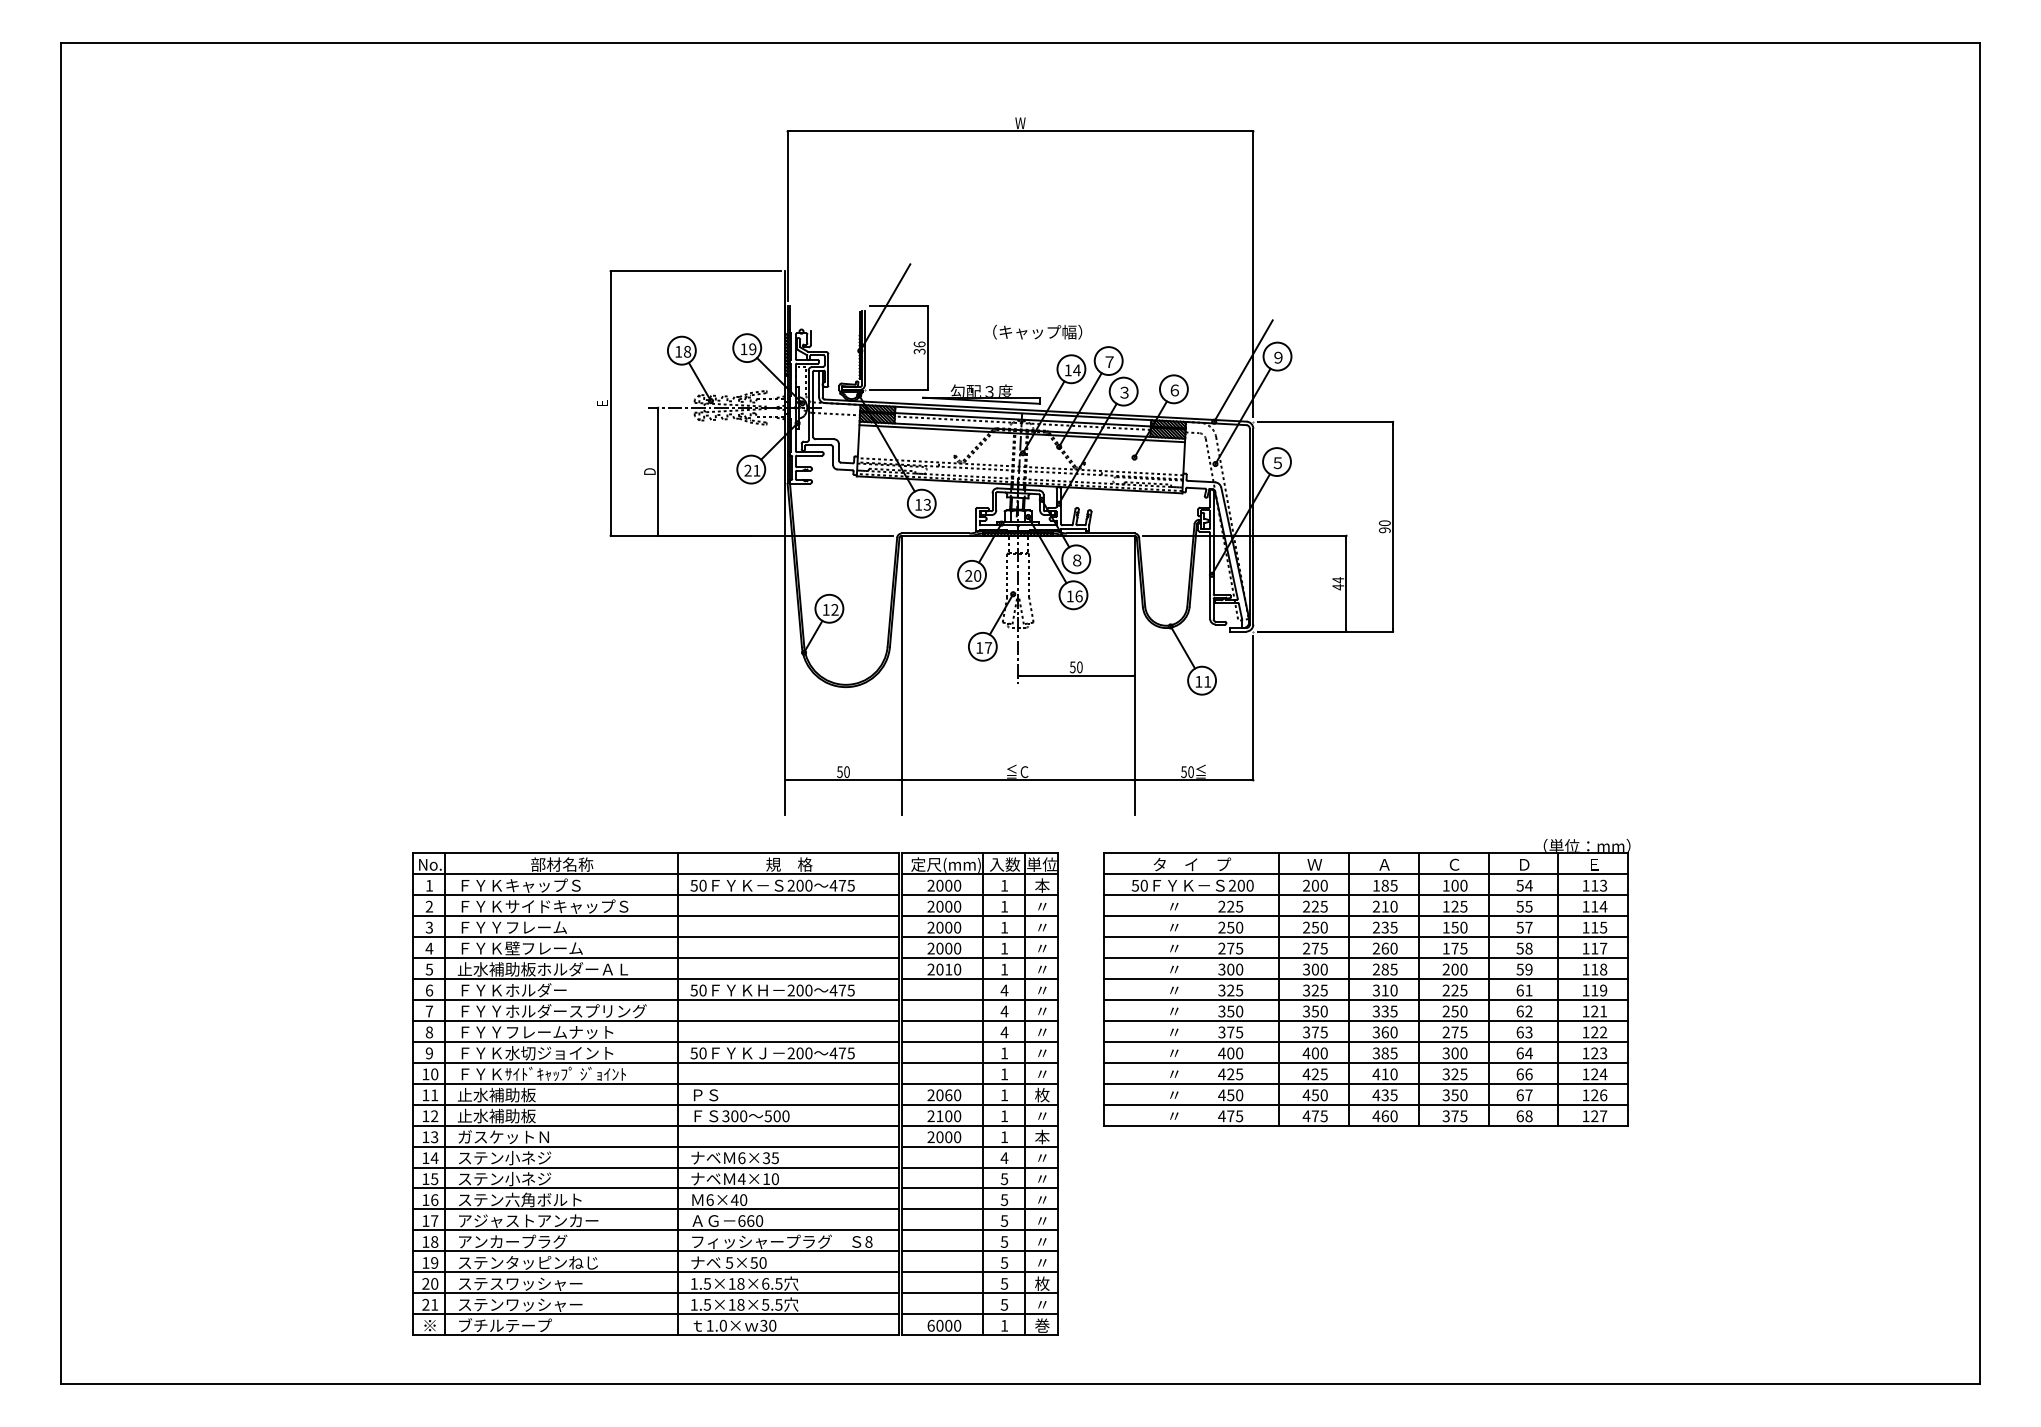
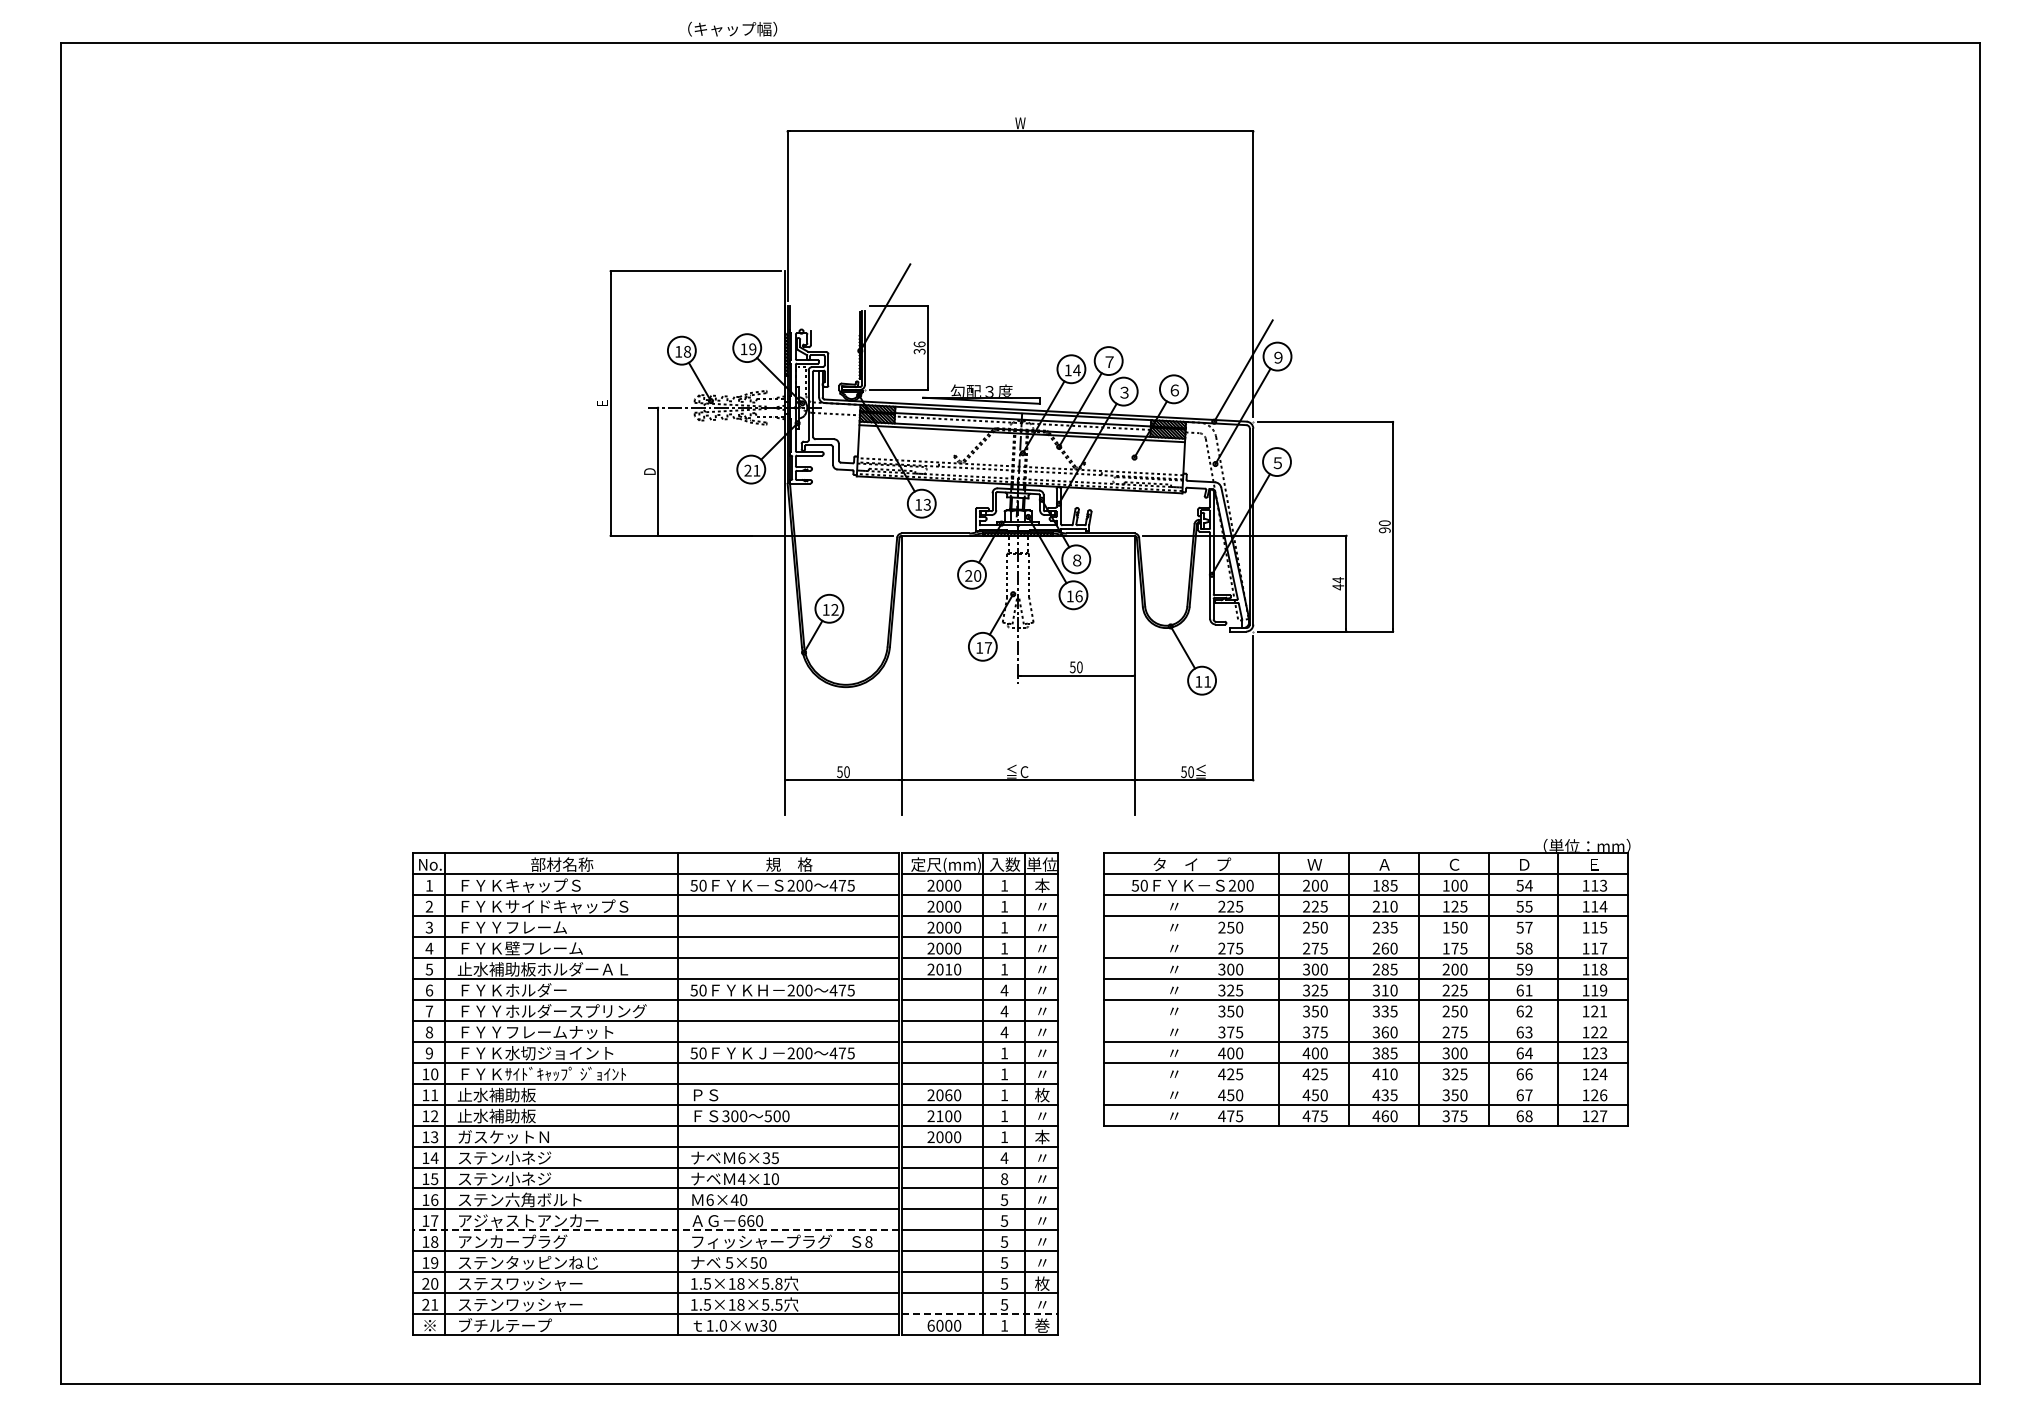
text at (1037, 331) position: (1037, 331) -> (732, 28)
line at (1366, 937): present -> none
line at (1366, 1020): present -> none
line at (1366, 1083): present -> none
text at (1004, 1178): 5 -> 8
line at (655, 1230): solid -> dashed
text at (772, 1283): 1.5×18×6.5 -> 1.5×18×5.8
line at (979, 1314): solid -> dashed
